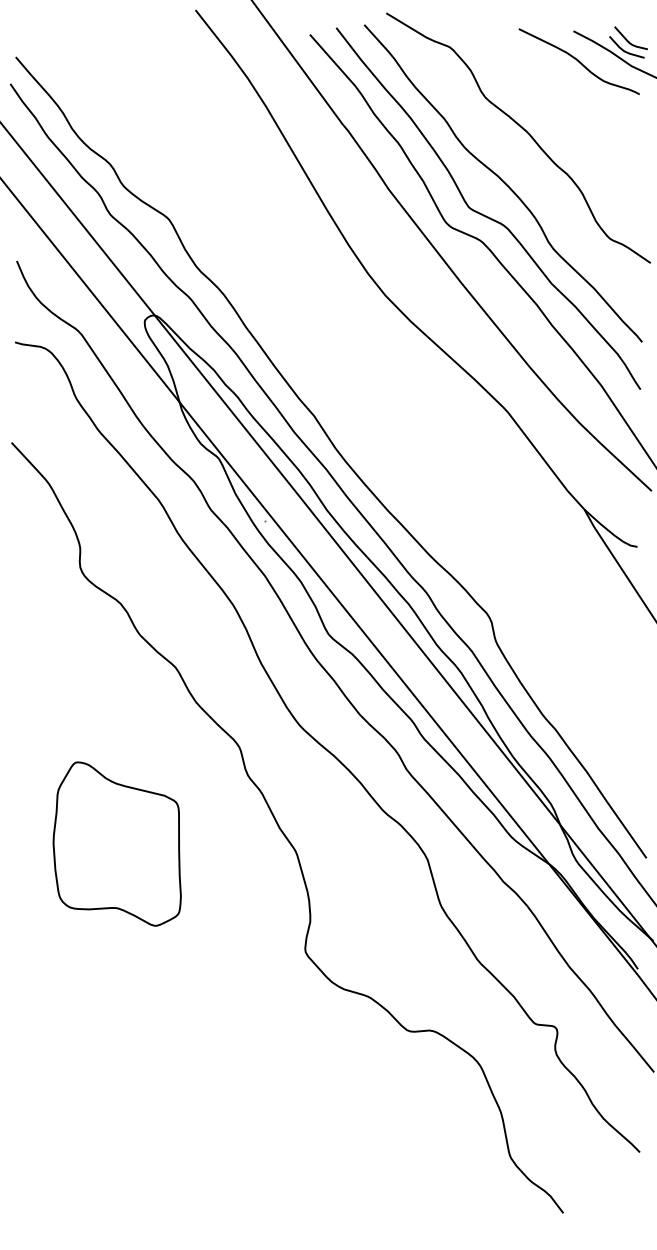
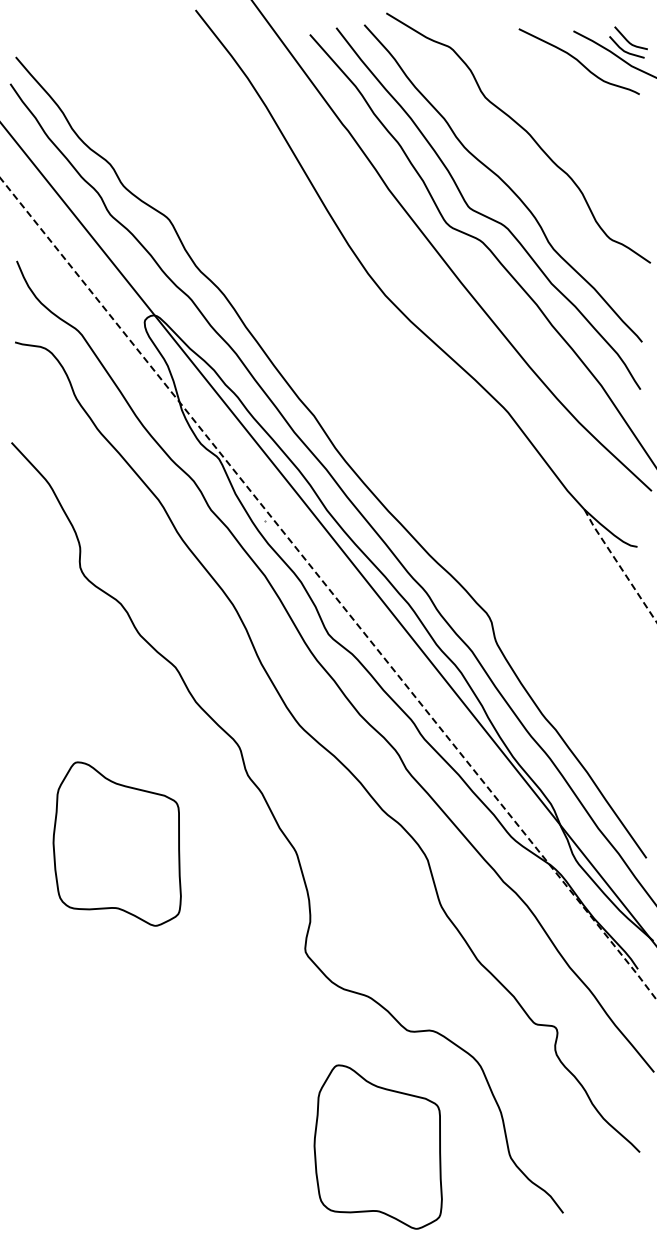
line at (619, 565): solid -> dashed
line at (328, 588): solid -> dashed
part at (377, 1146): none -> present
